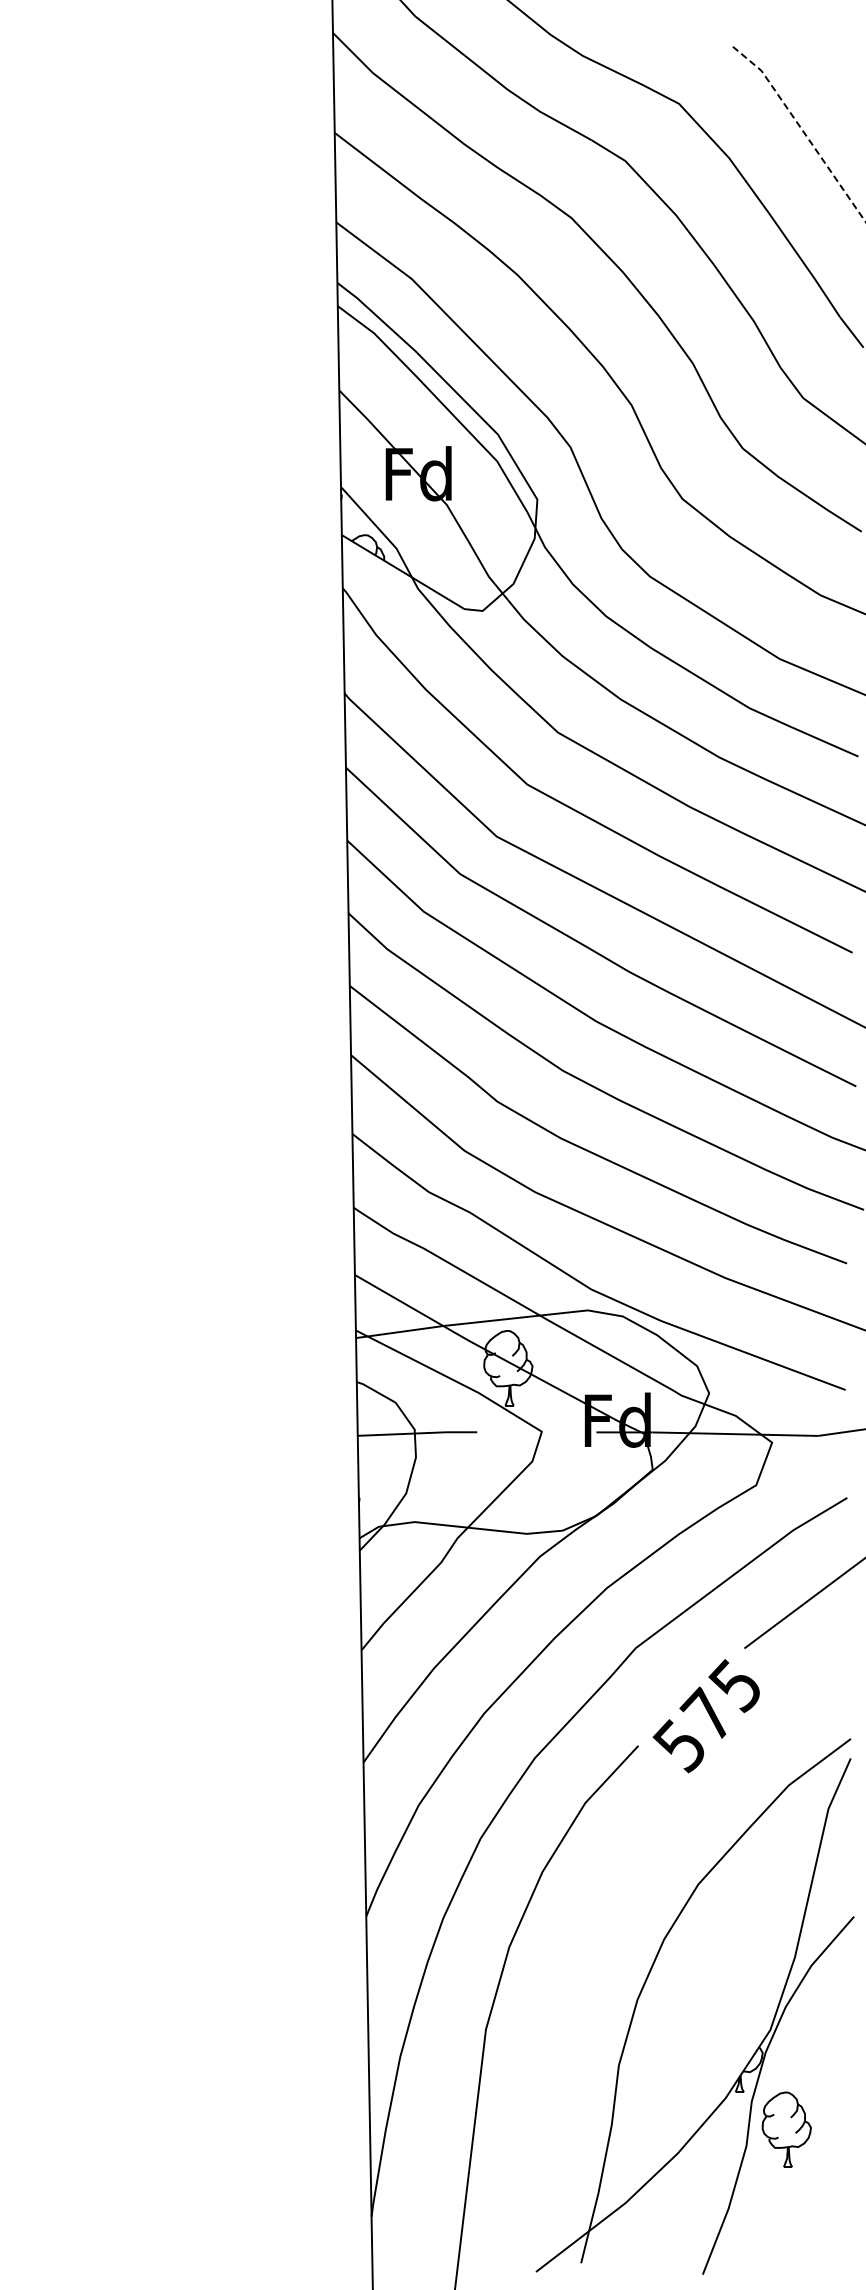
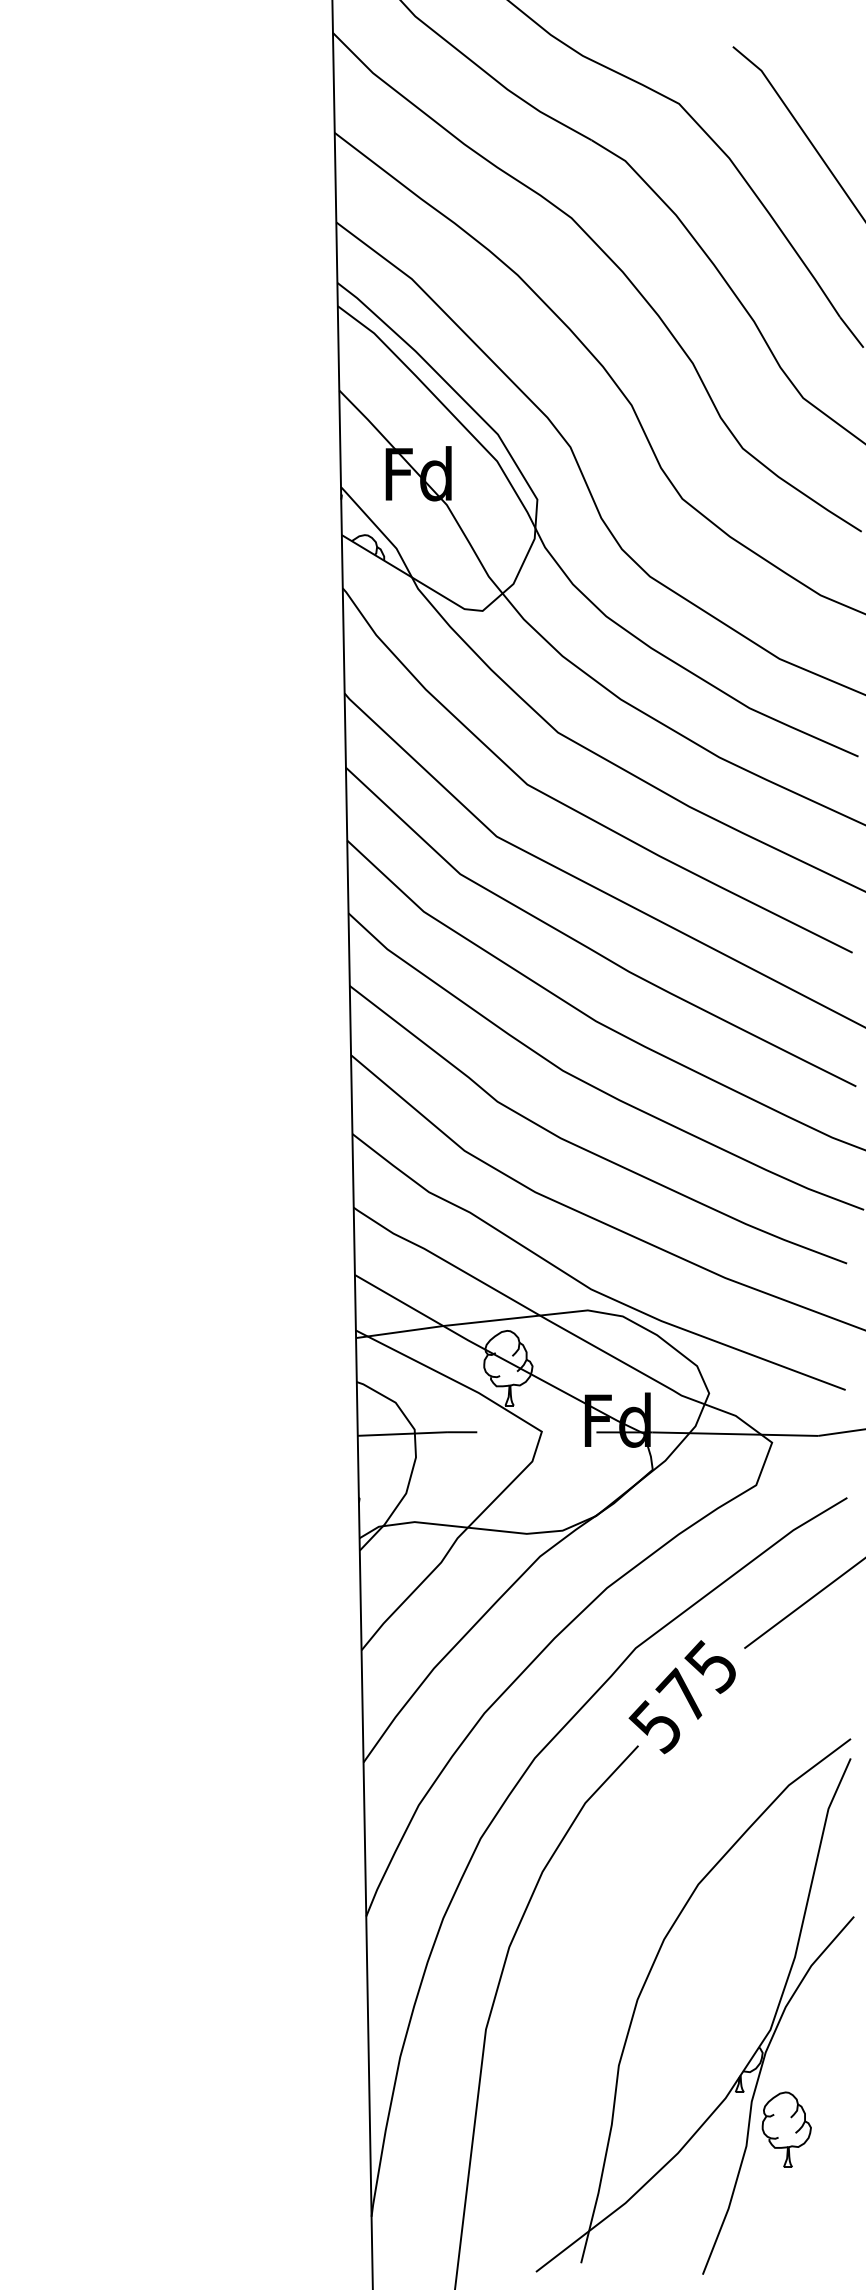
line at (802, 130): dashed -> solid
text at (705, 1716) position: (705, 1716) -> (681, 1697)
